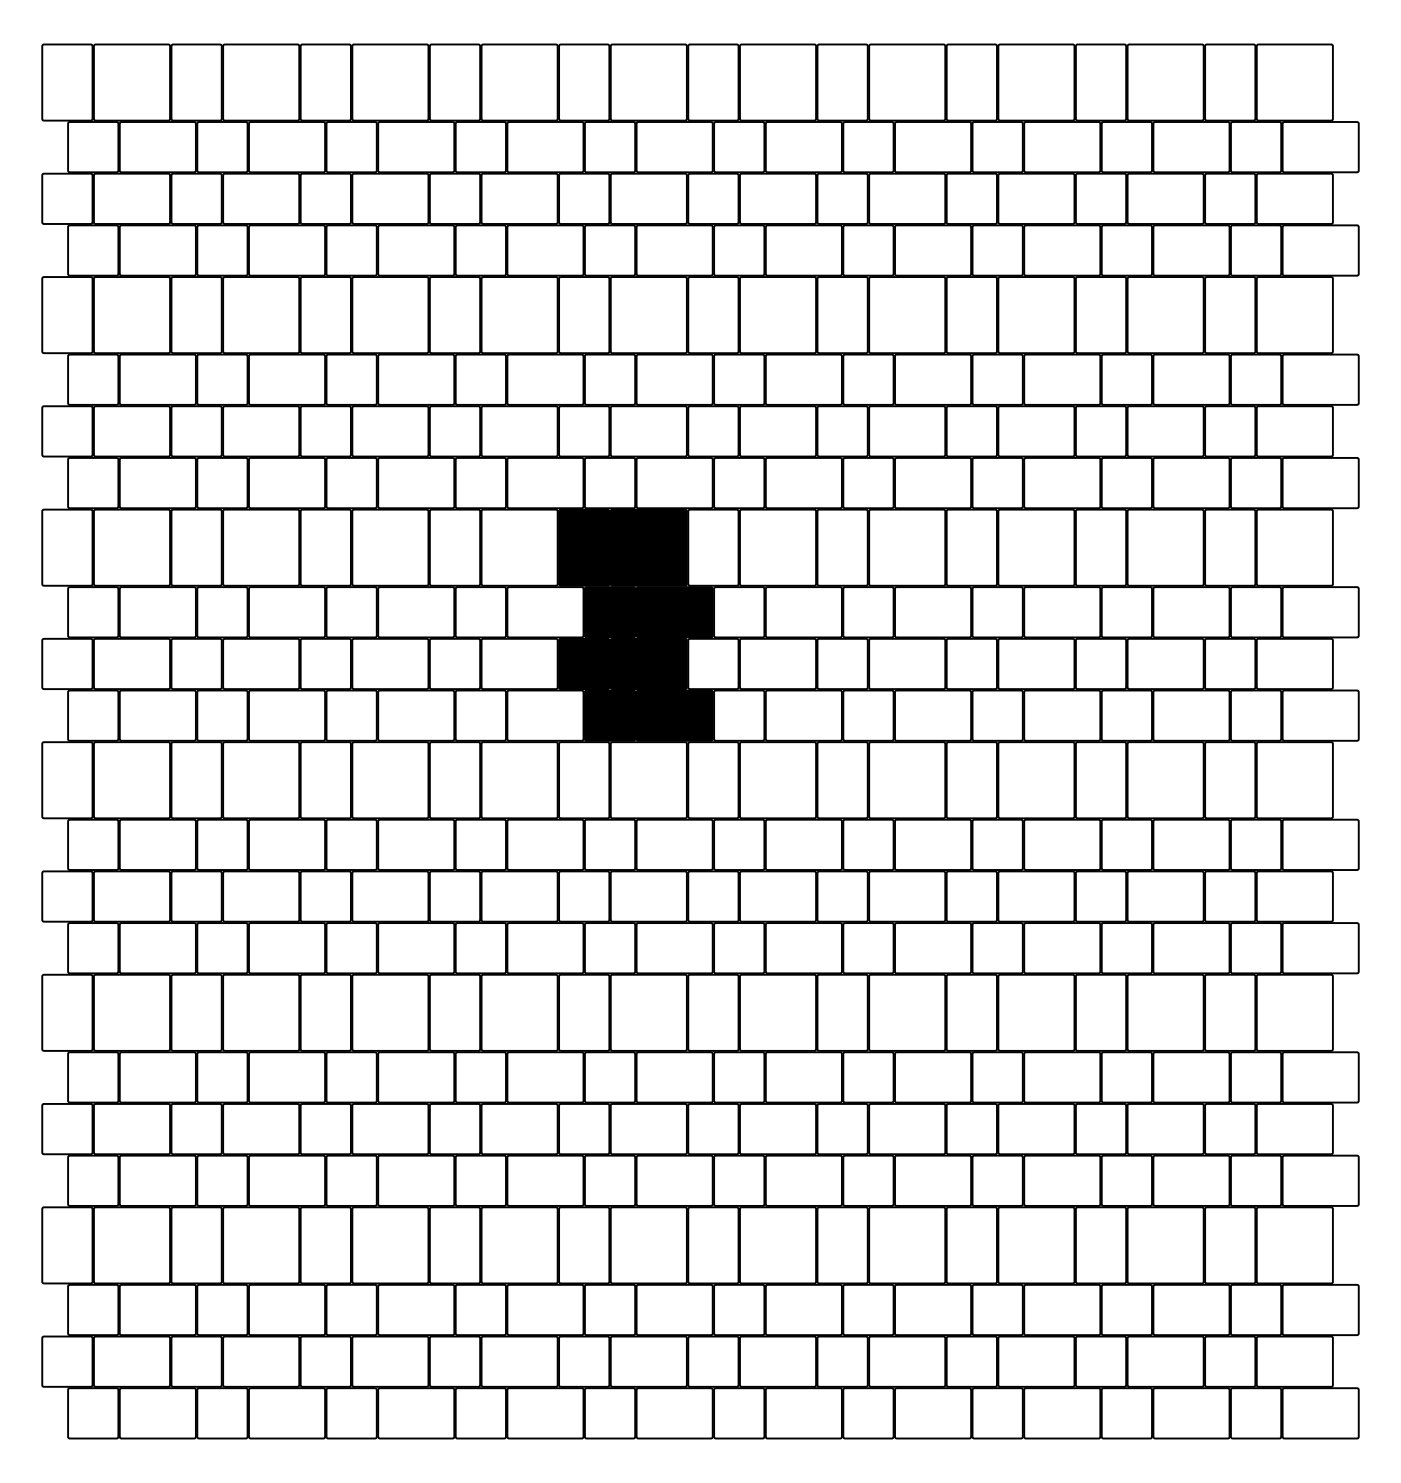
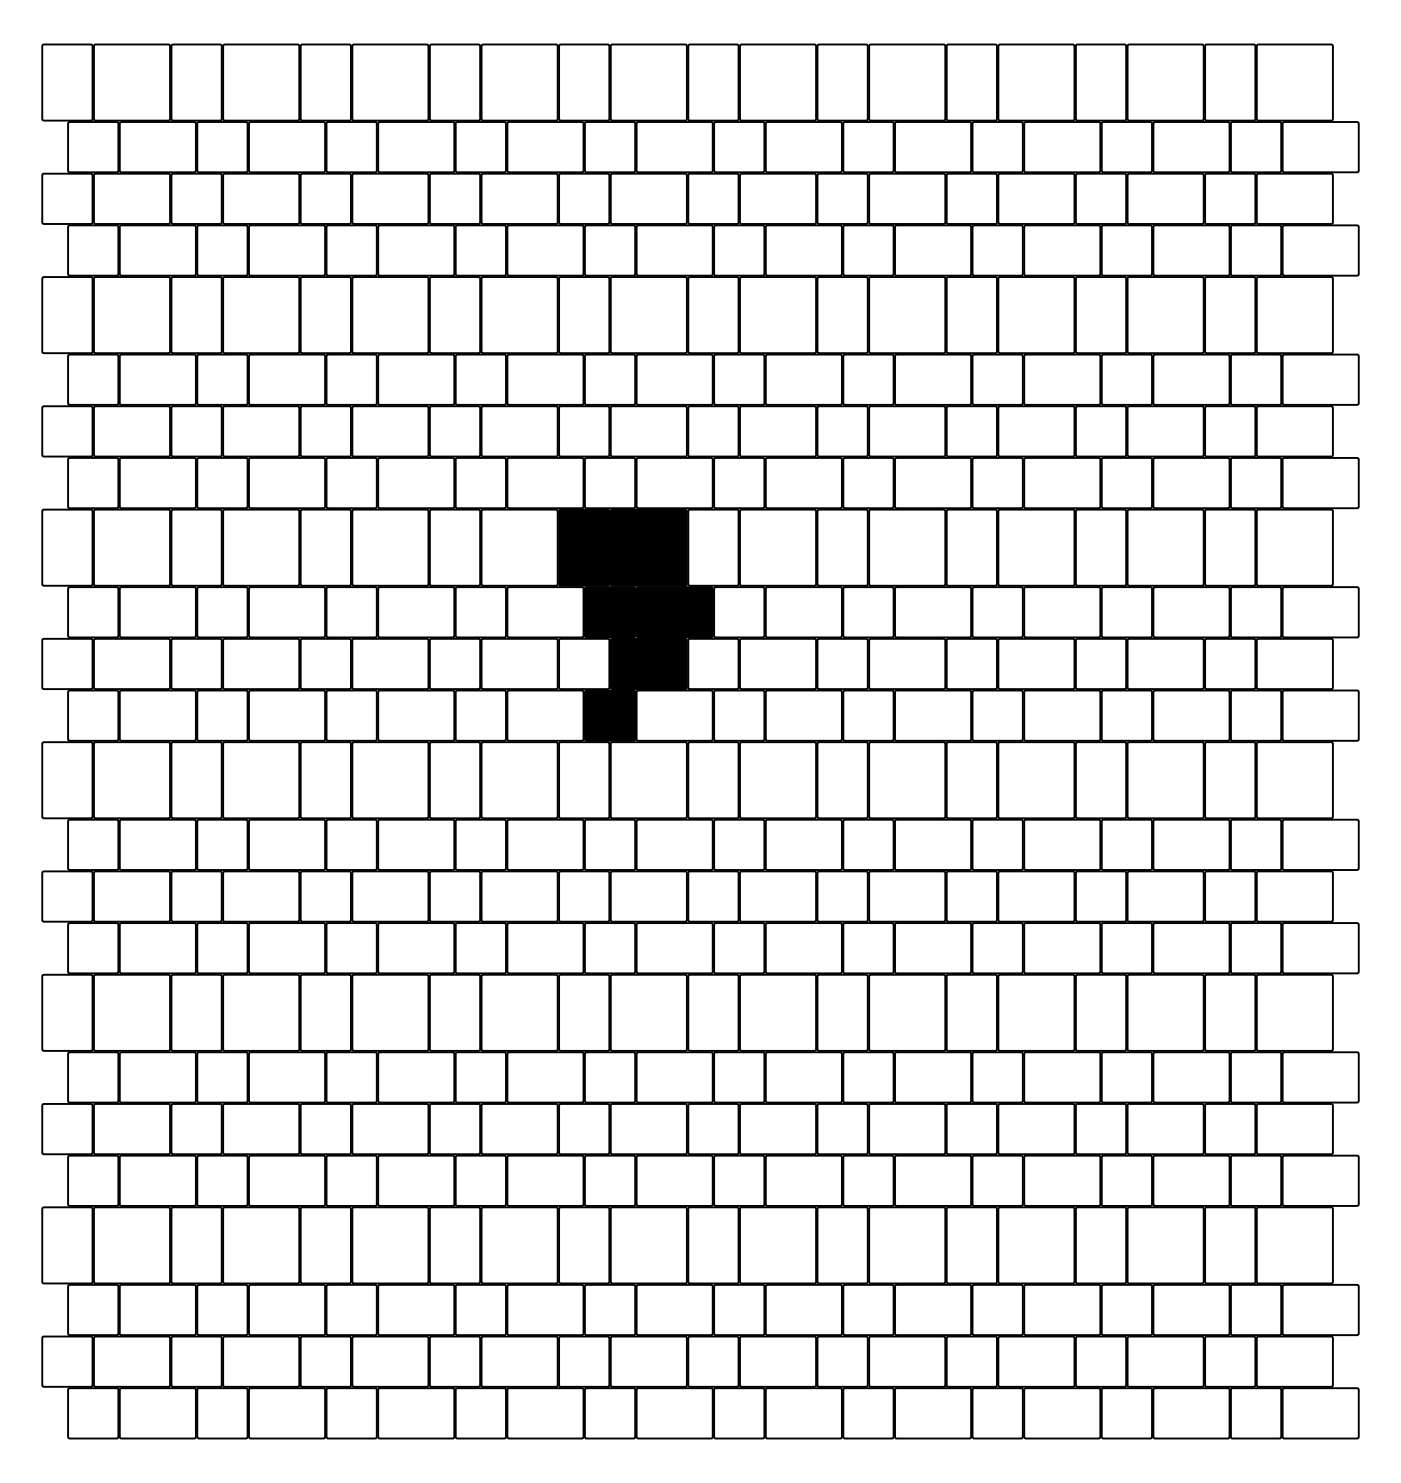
fill at (584, 663): present -> none
fill at (674, 715): present -> none
